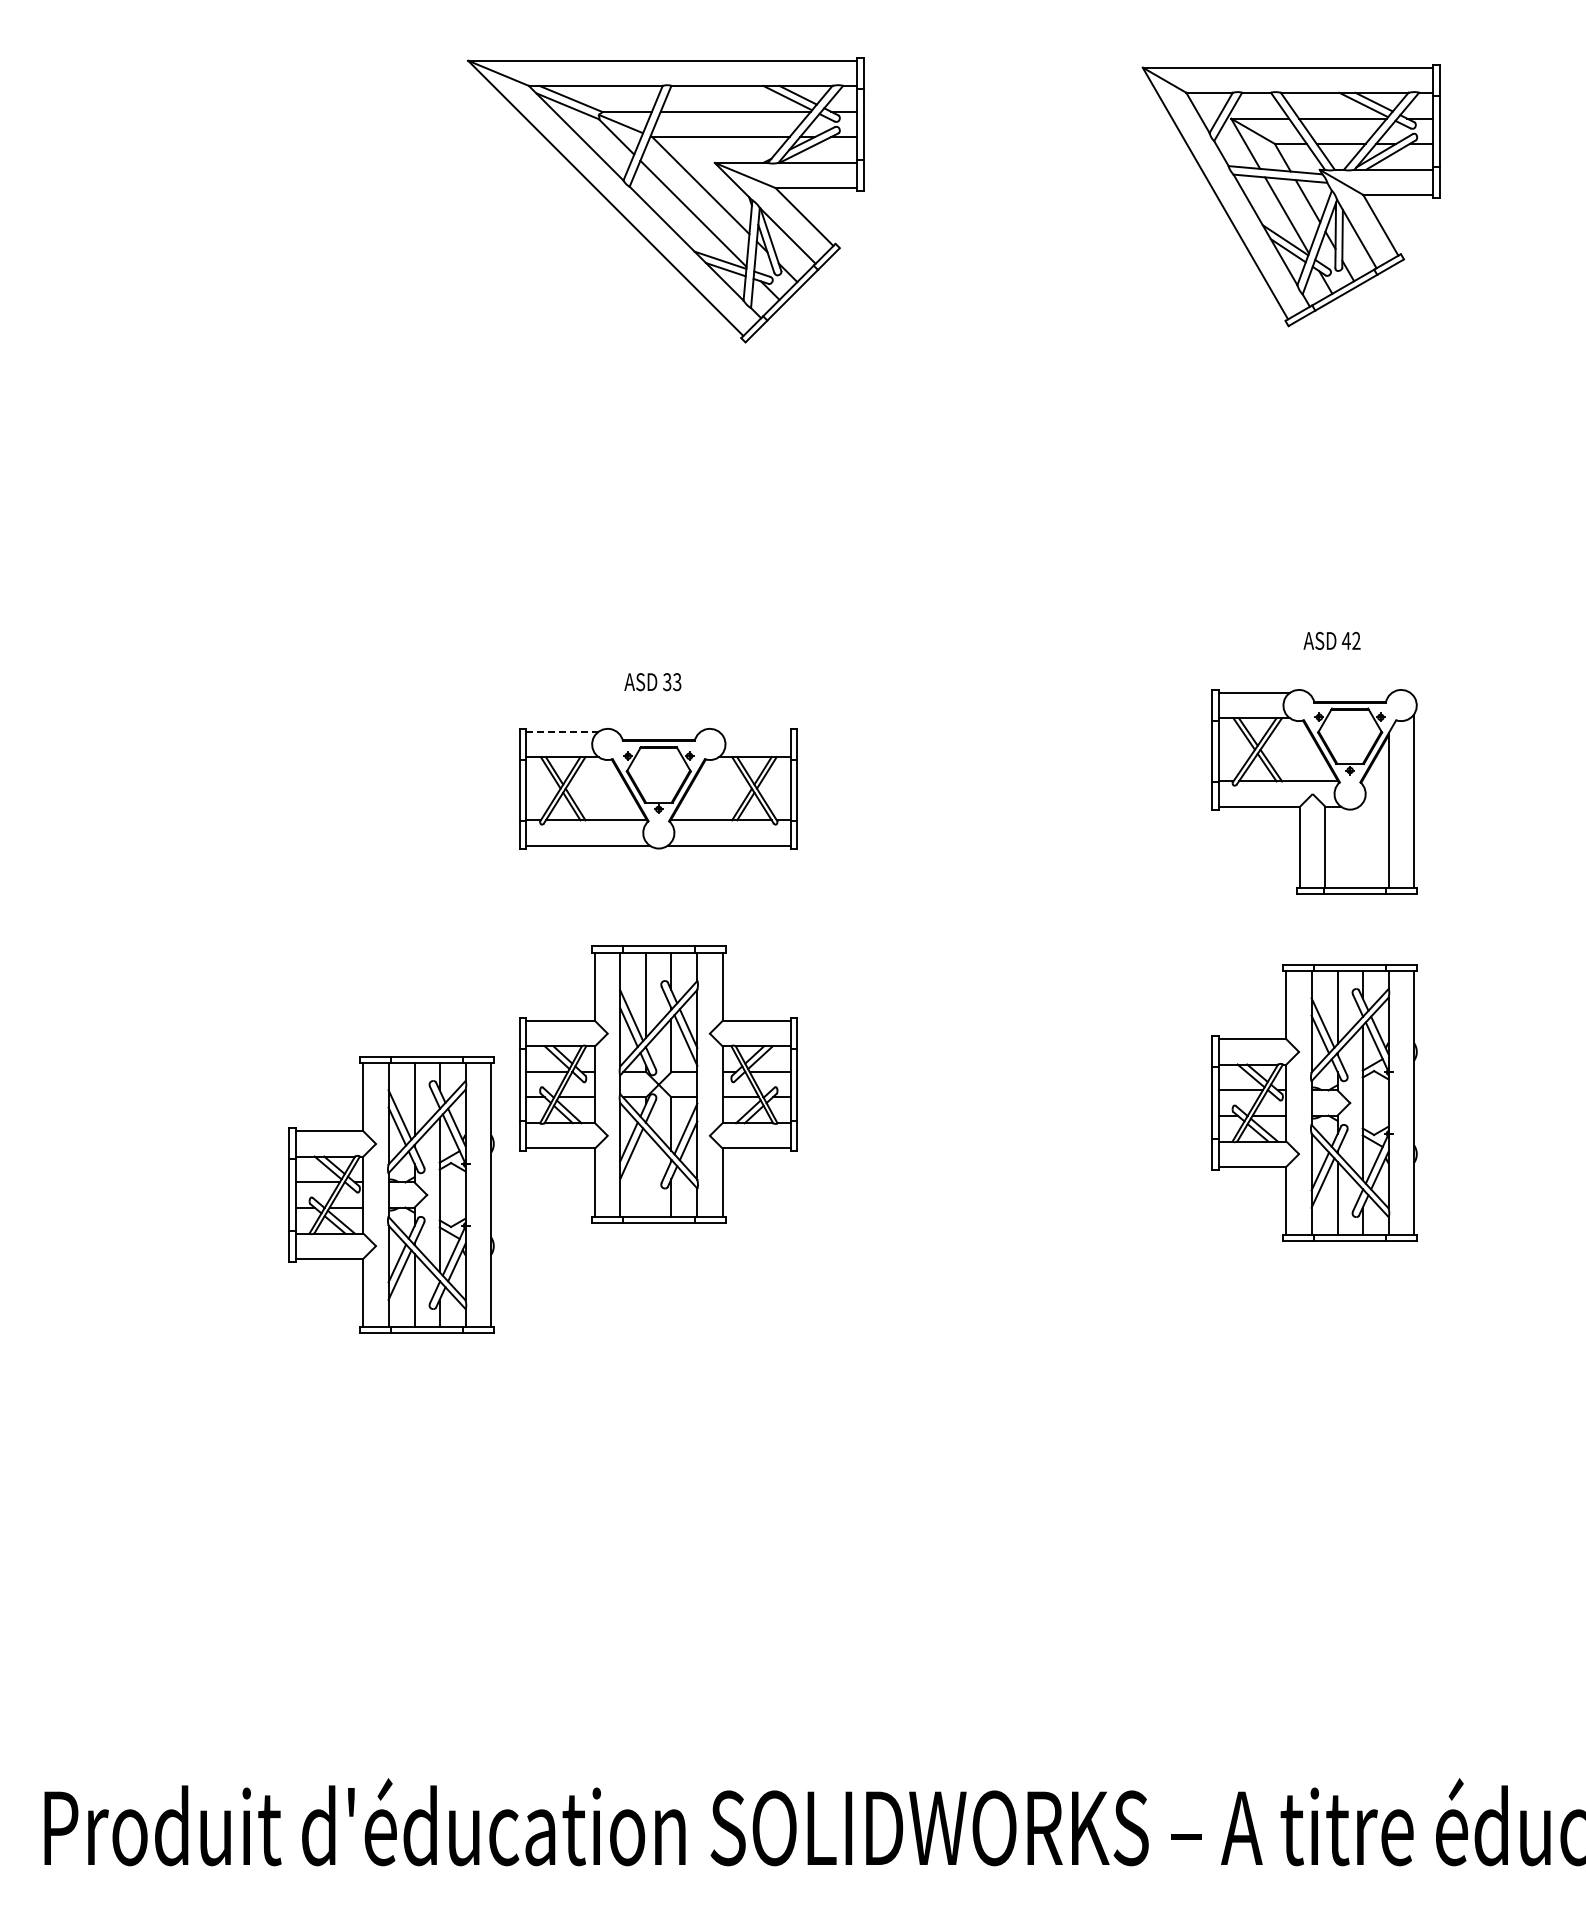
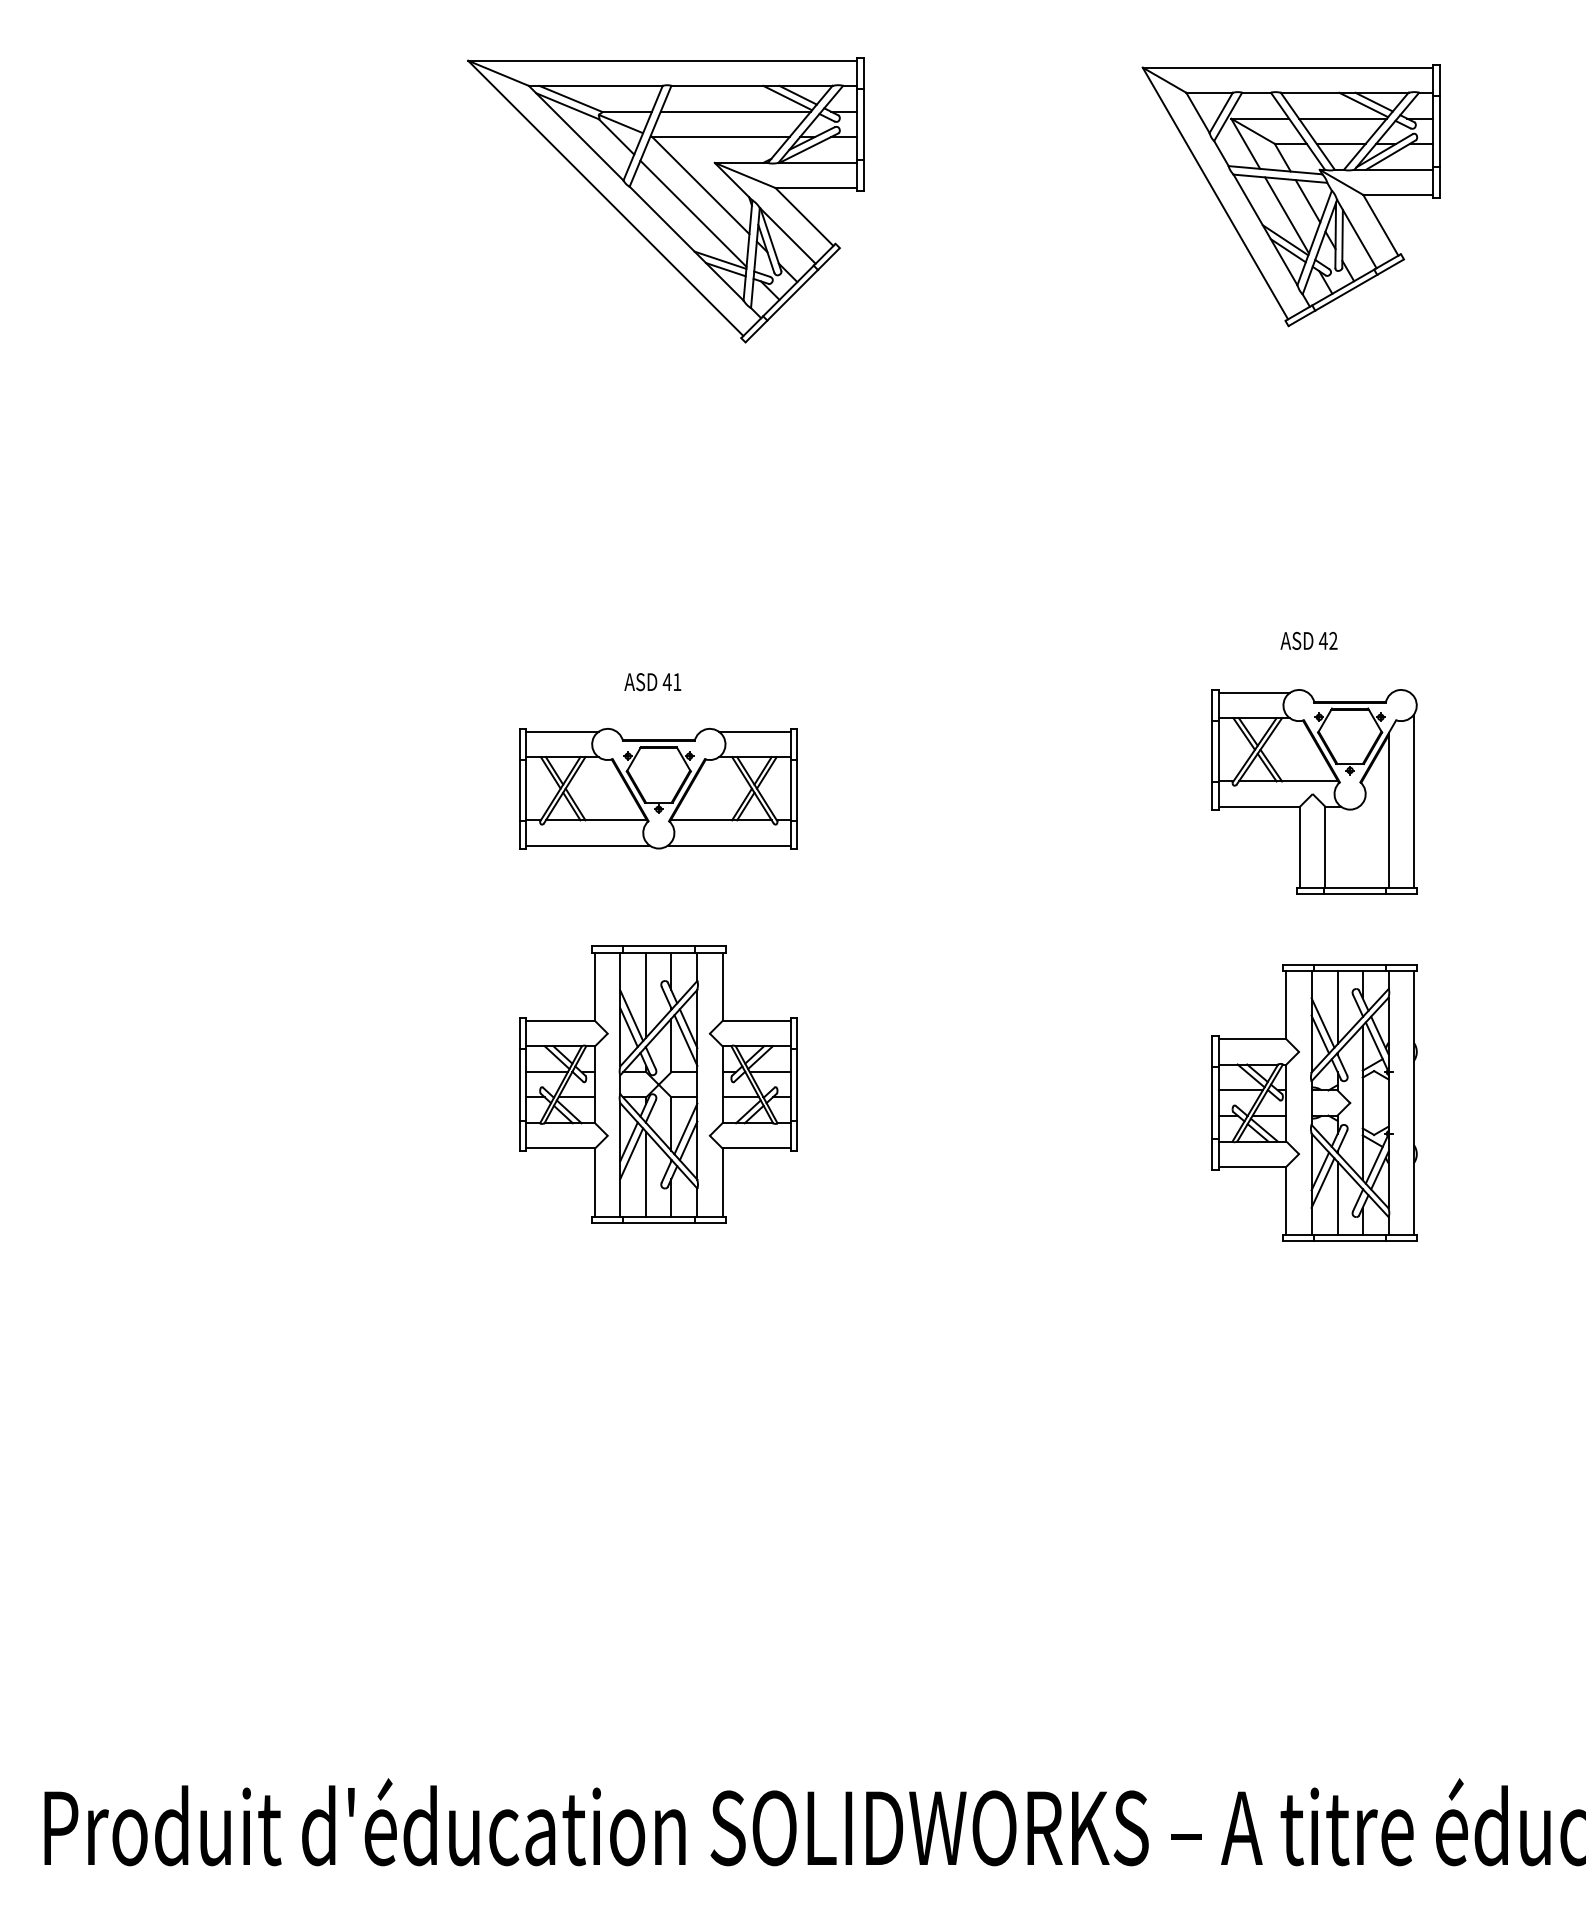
text at (1331, 640) position: (1331, 640) -> (1308, 640)
text at (671, 682): 33 -> 41
line at (561, 731): dashed -> solid
line at (755, 731): none -> present
line at (646, 1173): none -> present
part at (391, 1194): present -> none
